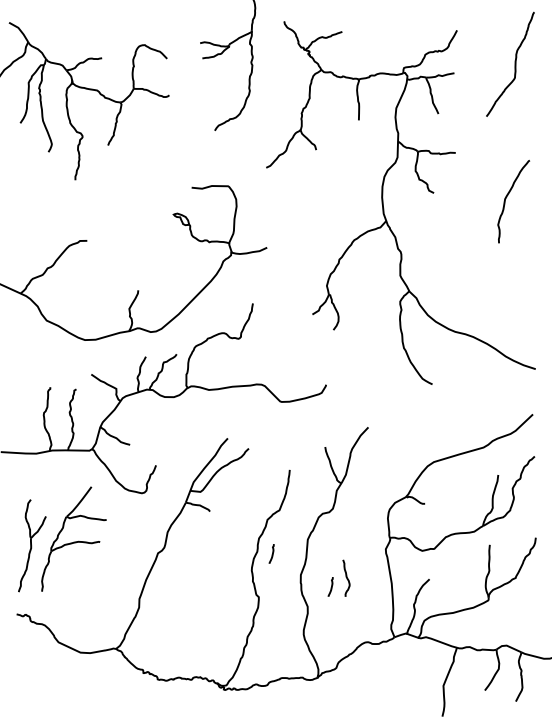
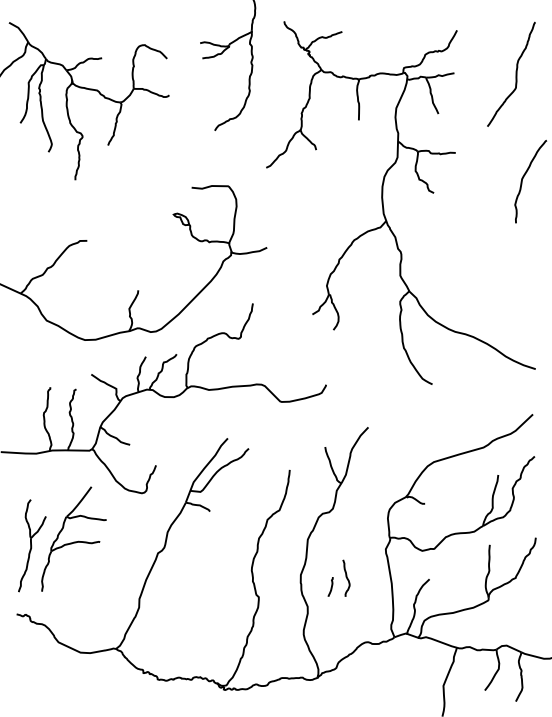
curve at (514, 63) position: (514, 63) -> (515, 73)
curve at (507, 197) position: (507, 197) -> (524, 177)
curve at (272, 553): present -> none
